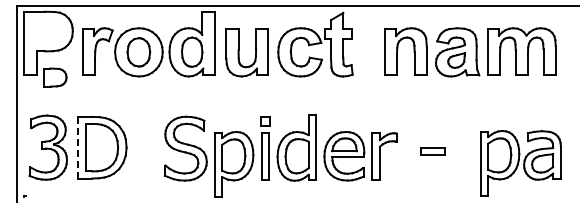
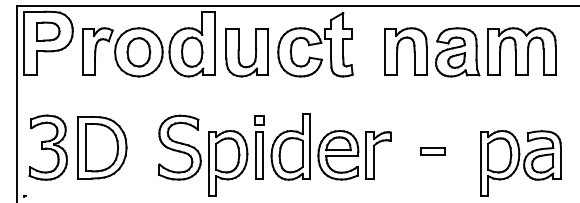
part at (55, 77) position: (55, 77) -> (48, 31)
line at (78, 147): dashed -> solid
part at (280, 155) position: (280, 155) -> (274, 154)
